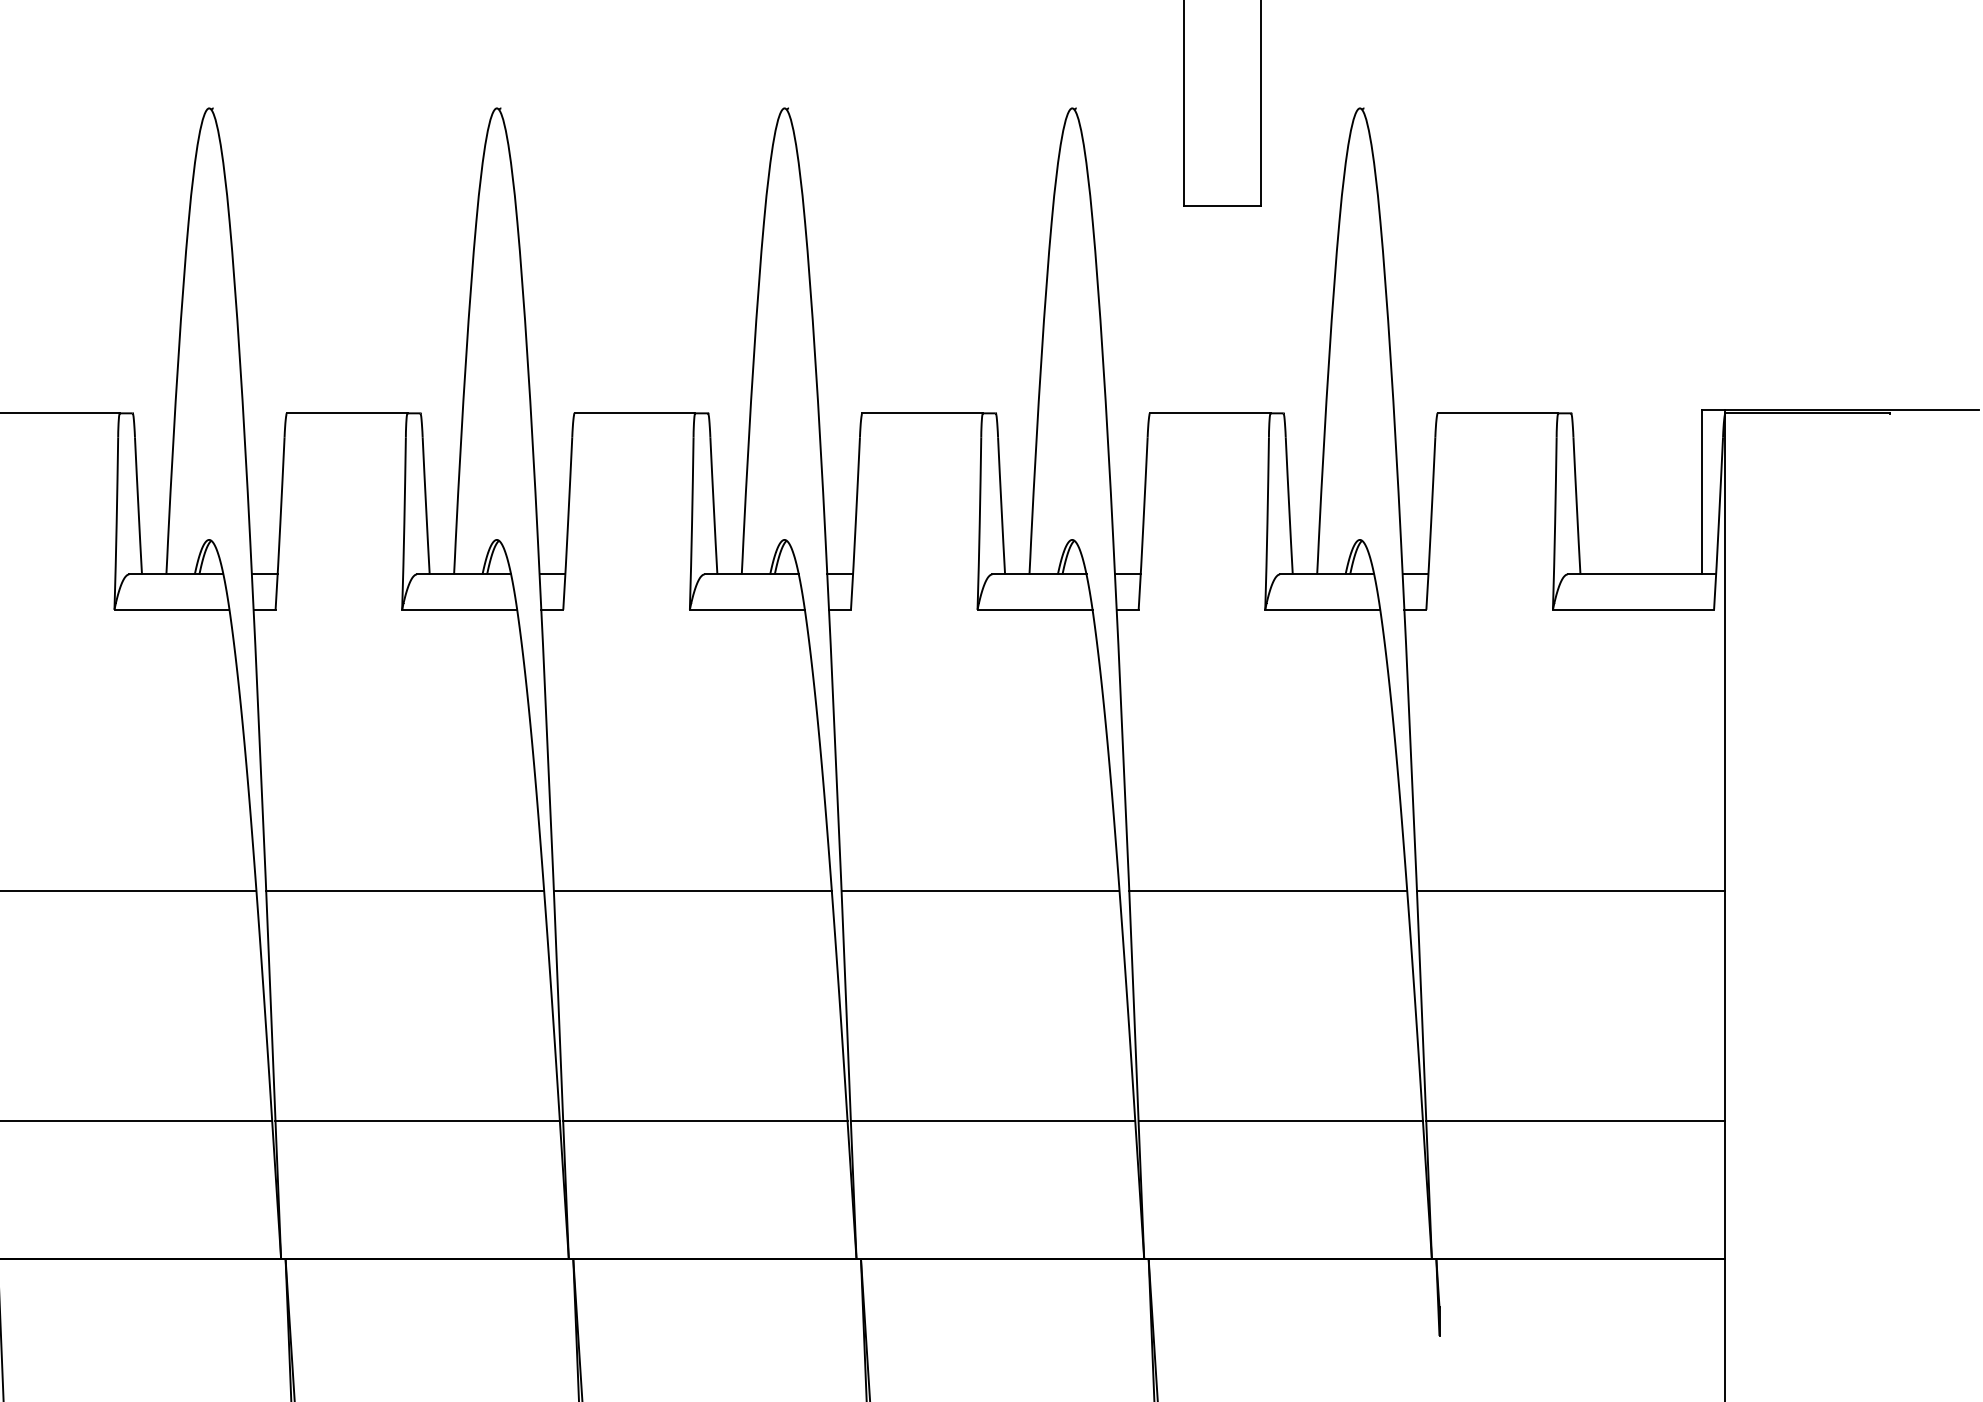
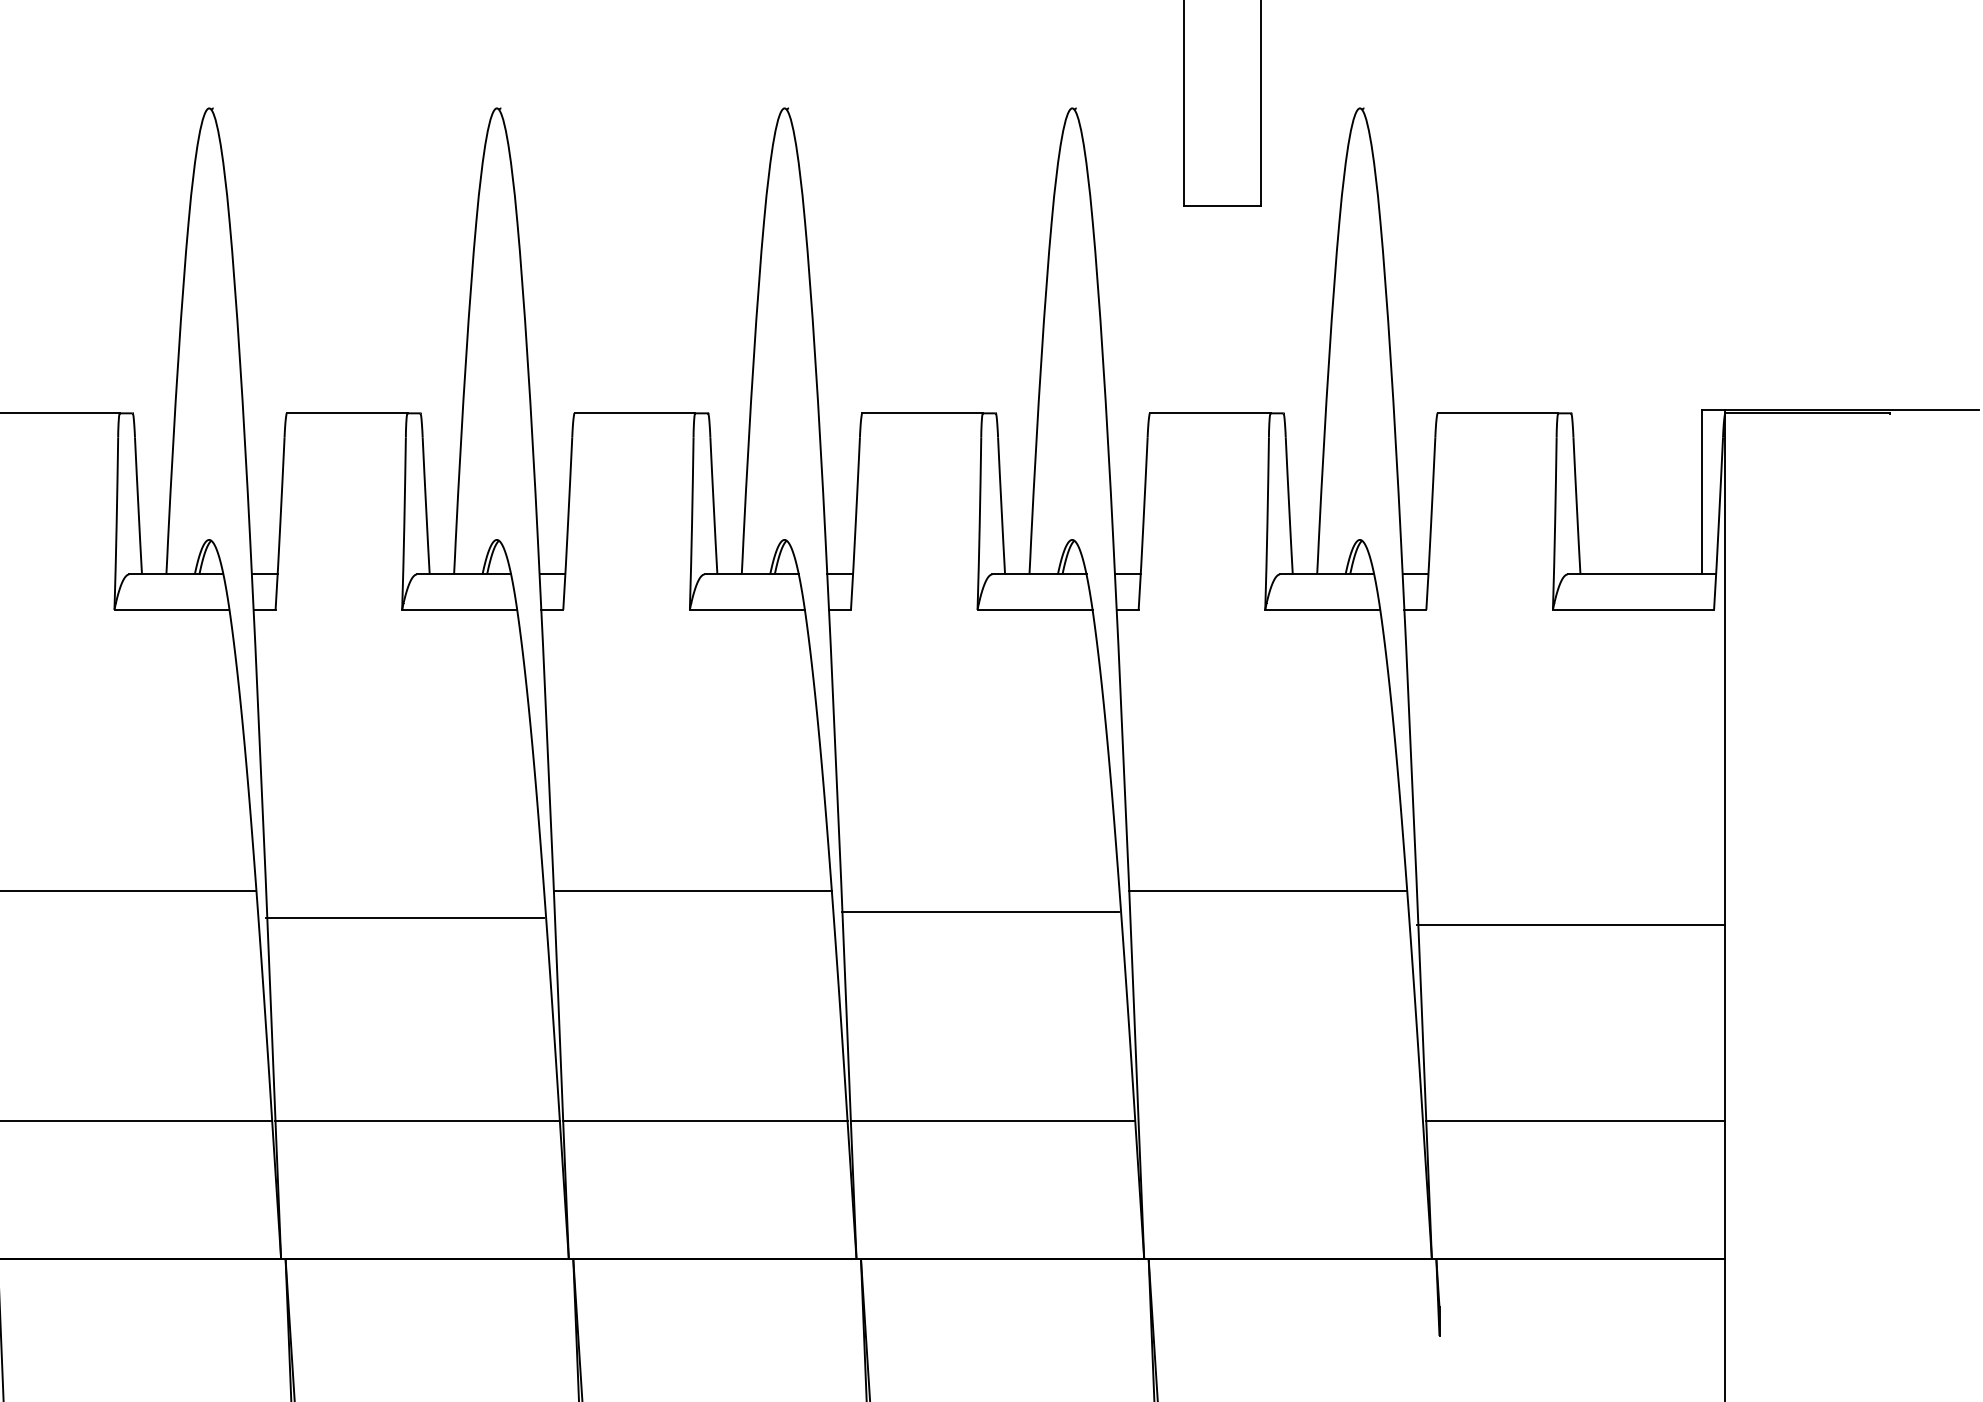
line at (405, 890) position: (405, 890) -> (405, 917)
line at (980, 890) position: (980, 890) -> (980, 911)
line at (1570, 890) position: (1570, 890) -> (1570, 924)
line at (1280, 1121): present -> none
